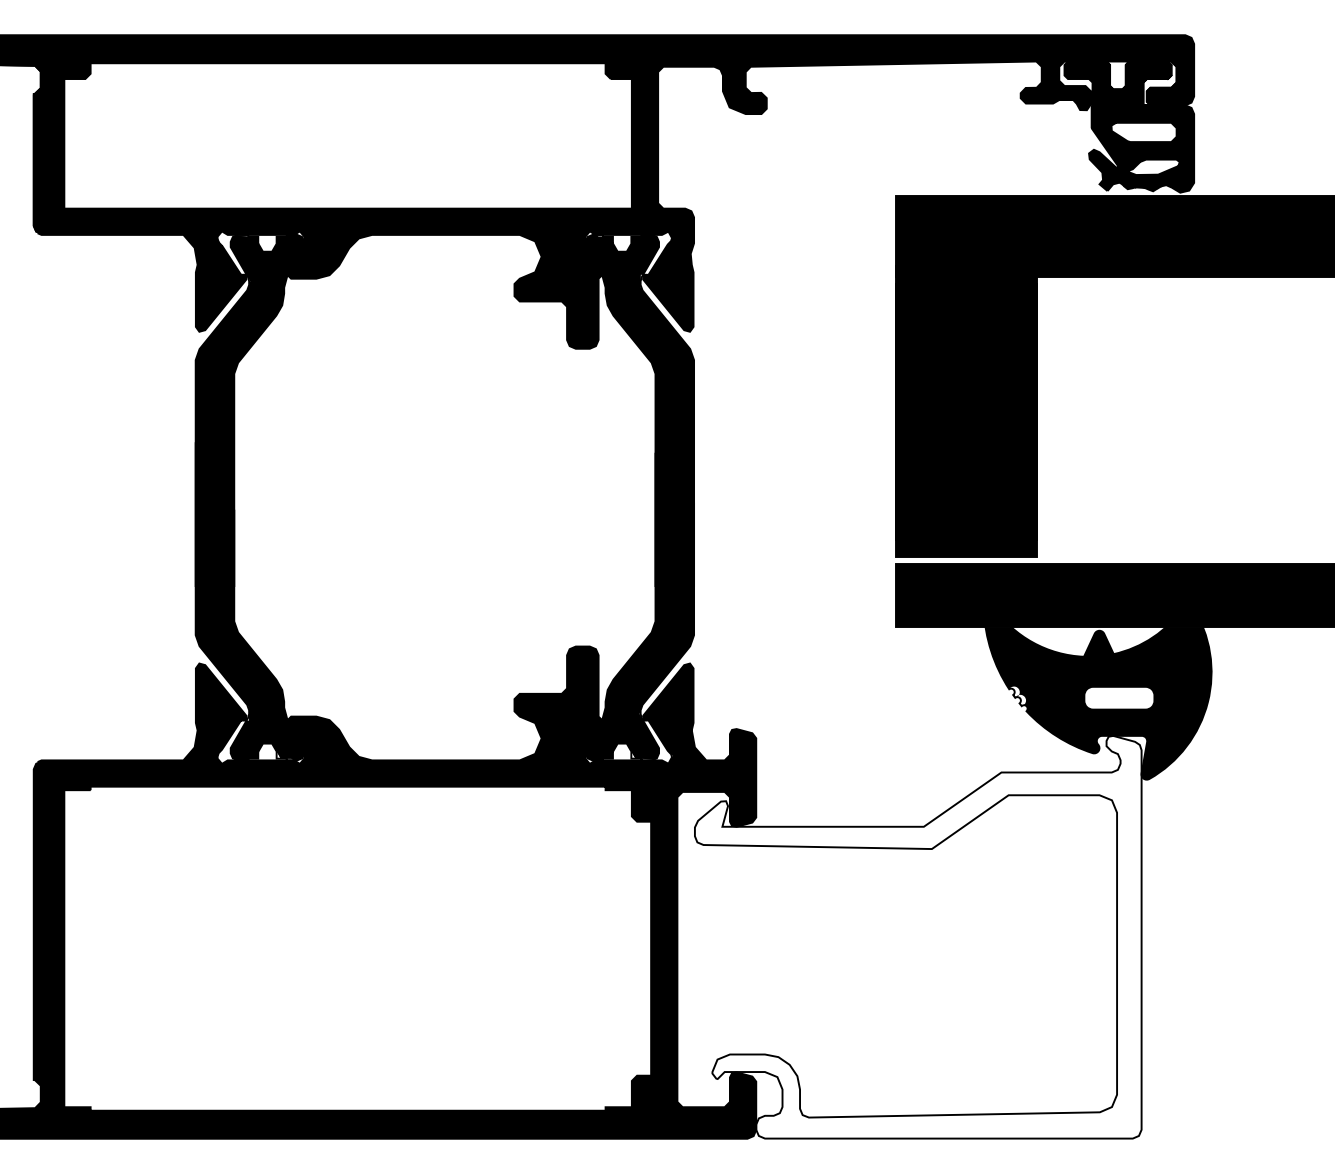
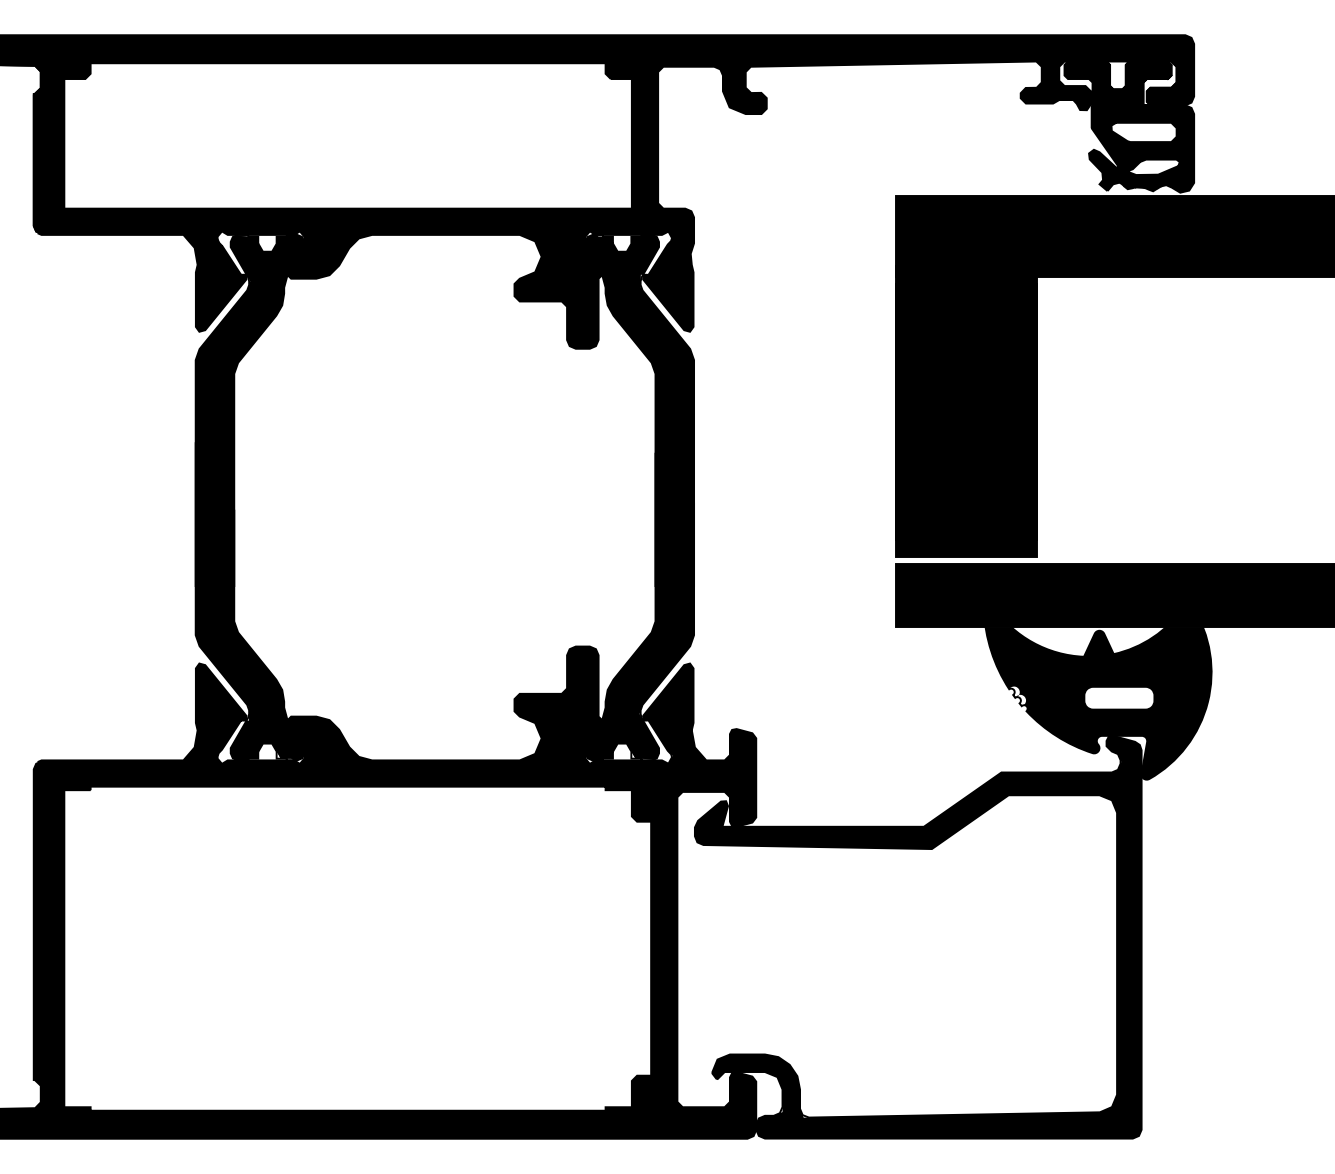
fill at (917, 936): none -> present
